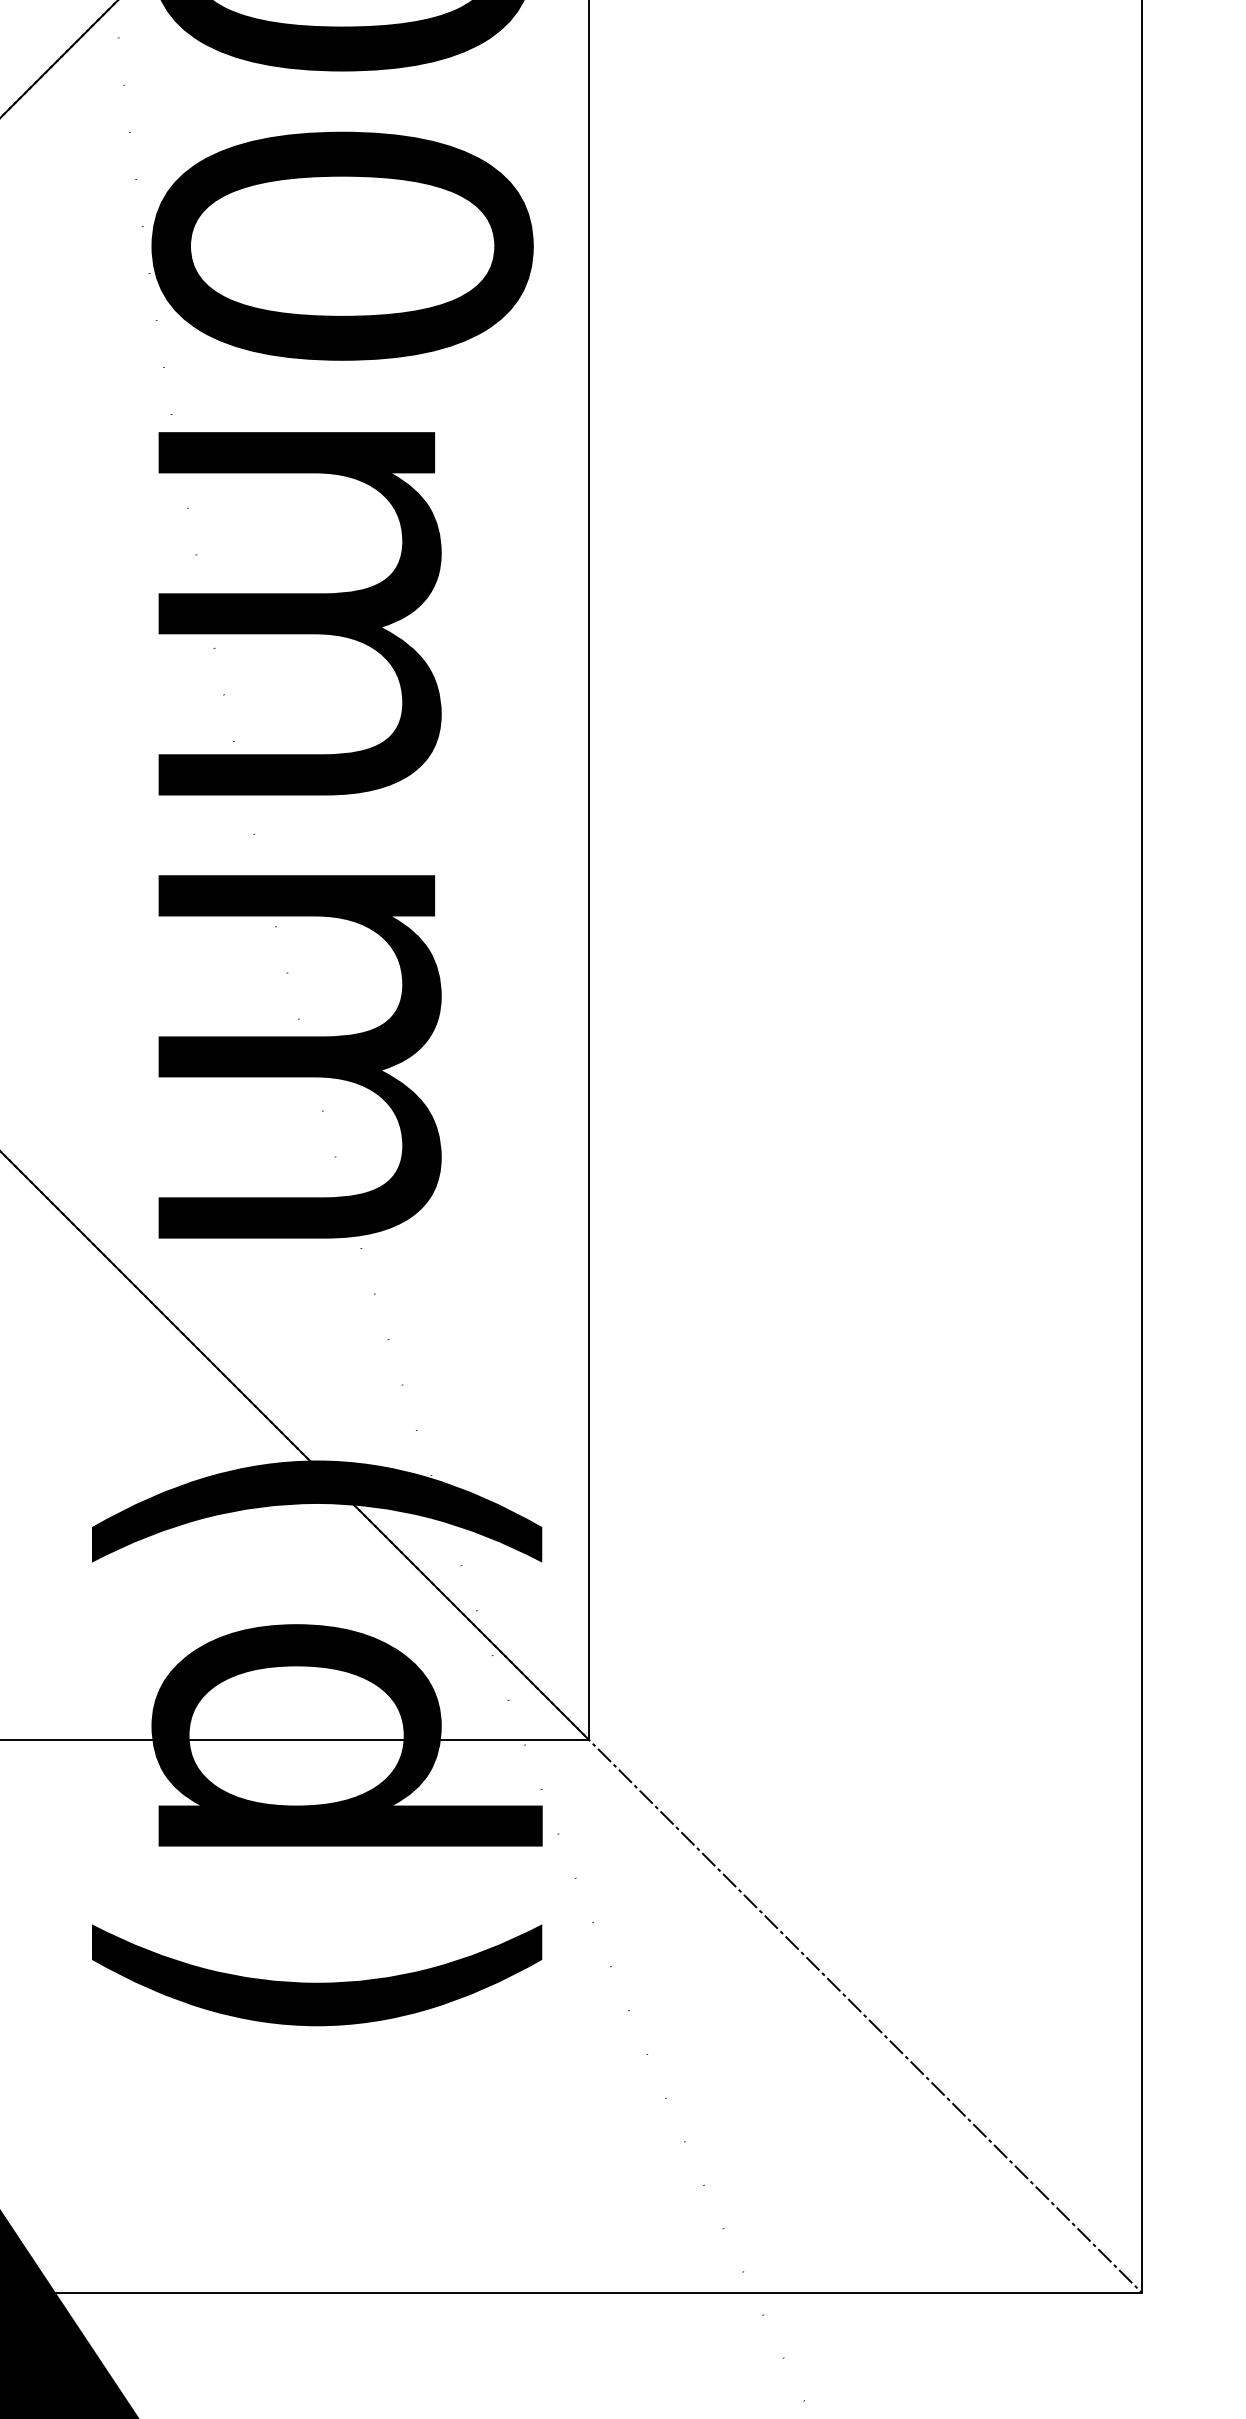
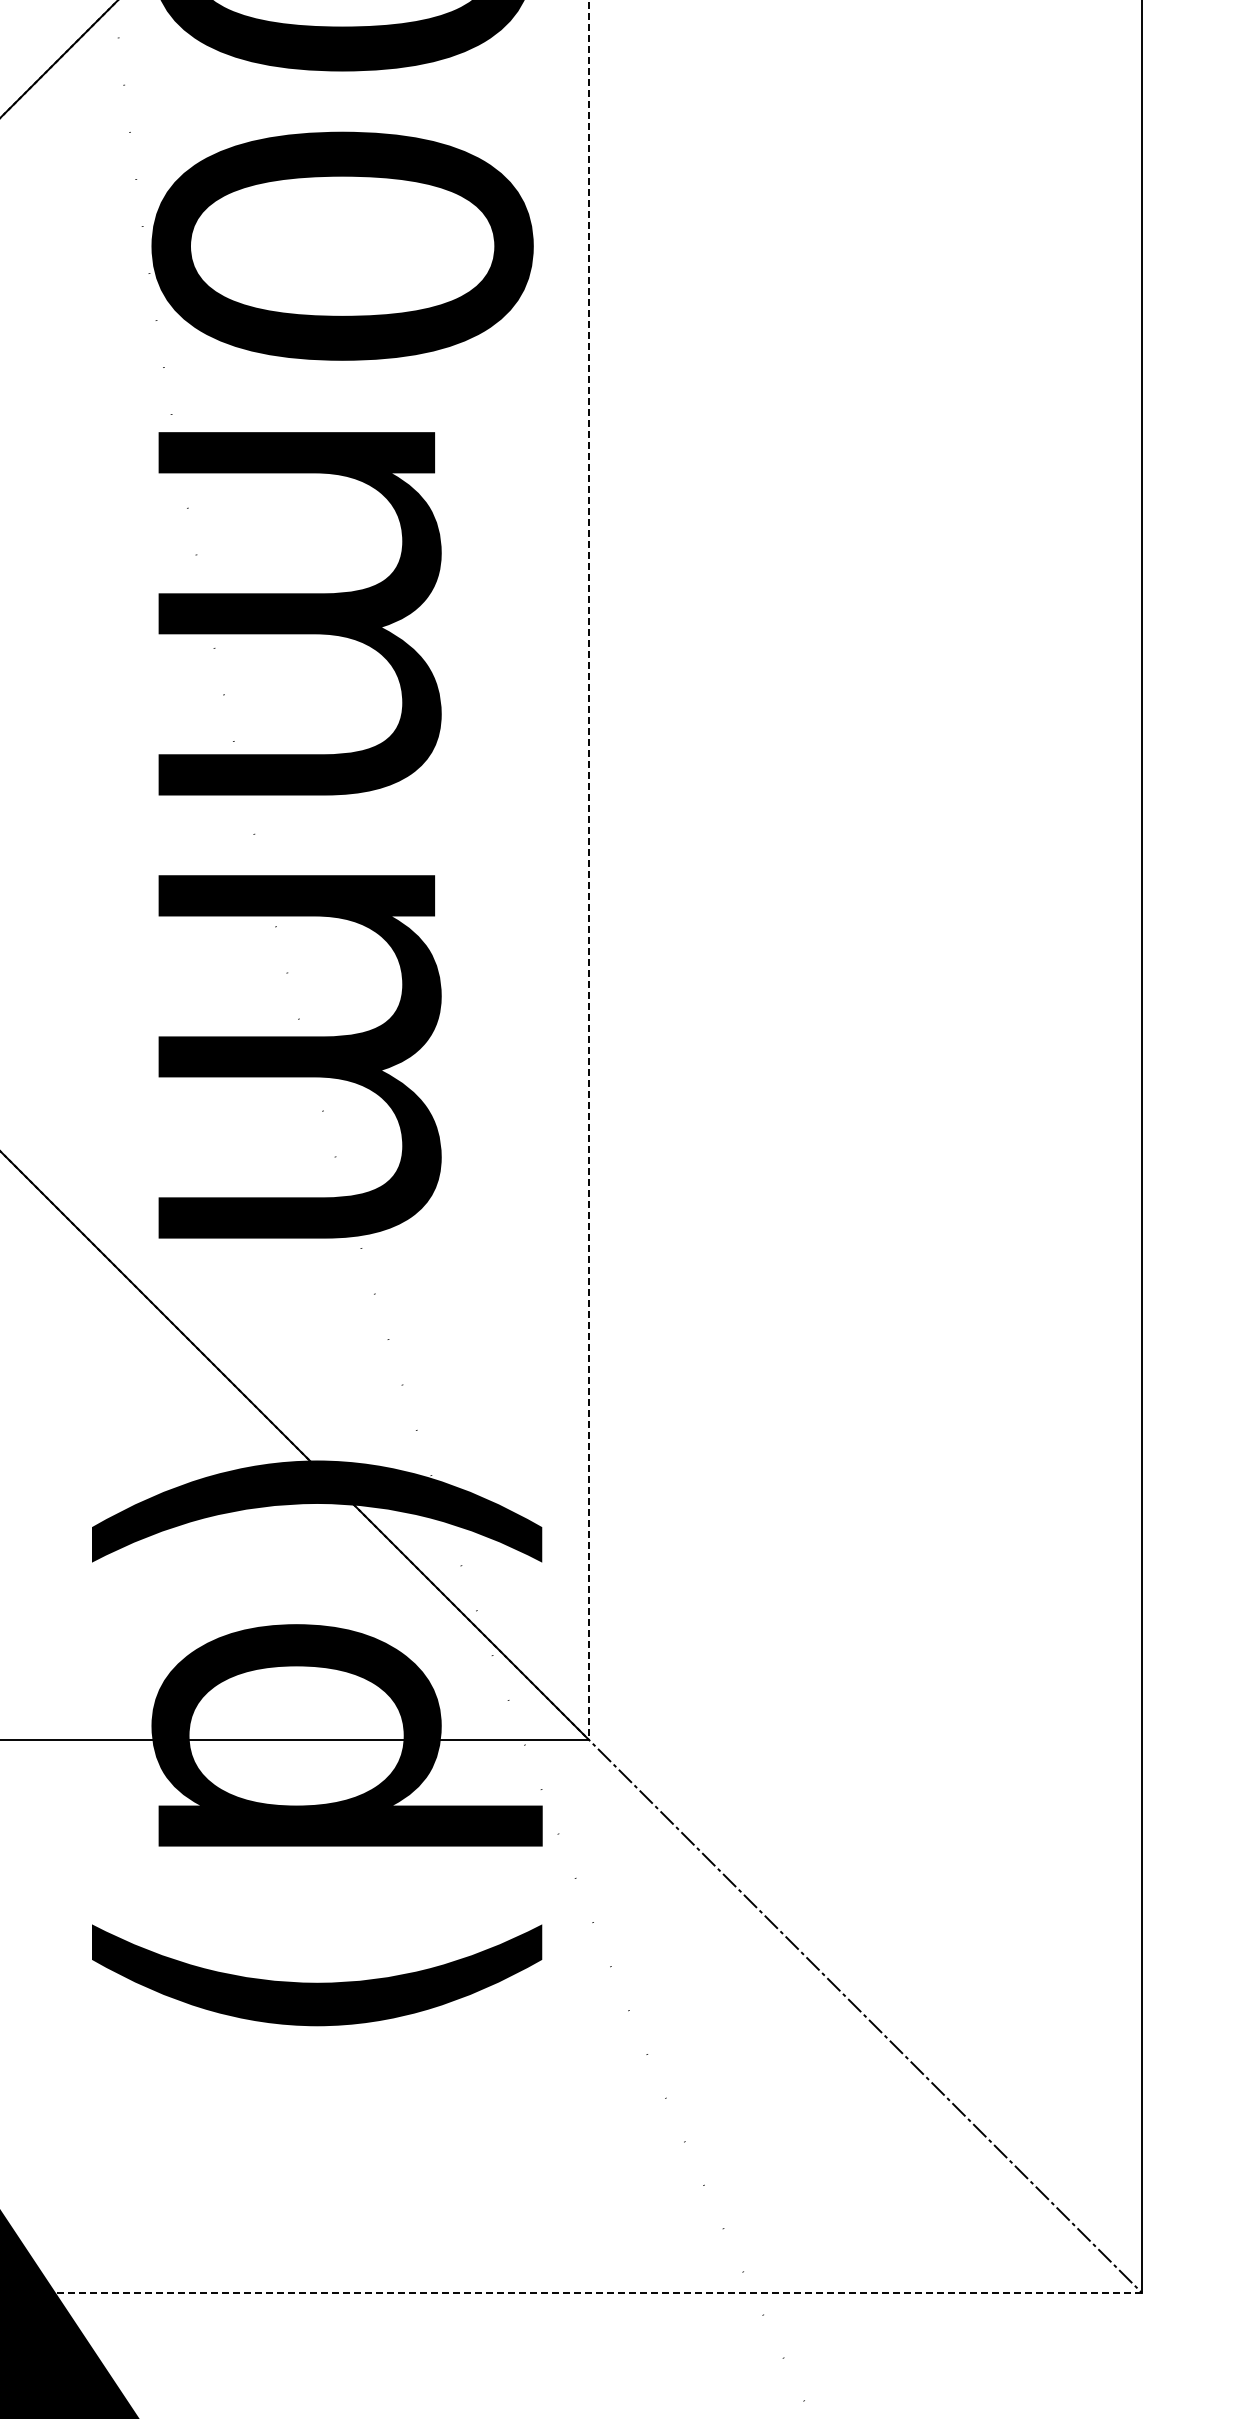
line at (589, 870): solid -> dashed
line at (571, 2293): solid -> dashed
